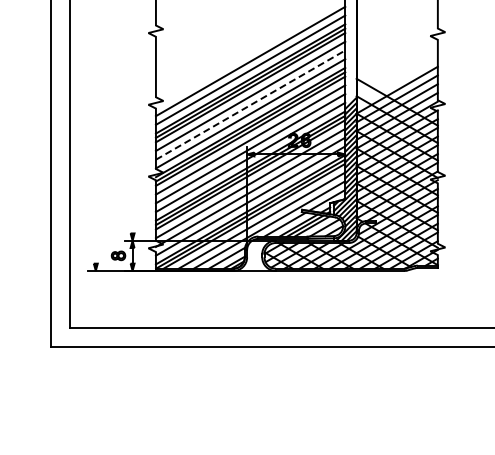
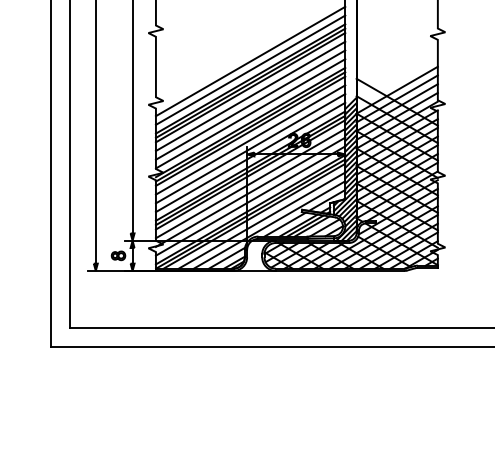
line at (251, 104): dashed -> solid
line at (132, 117): none -> present
line at (95, 132): none -> present
